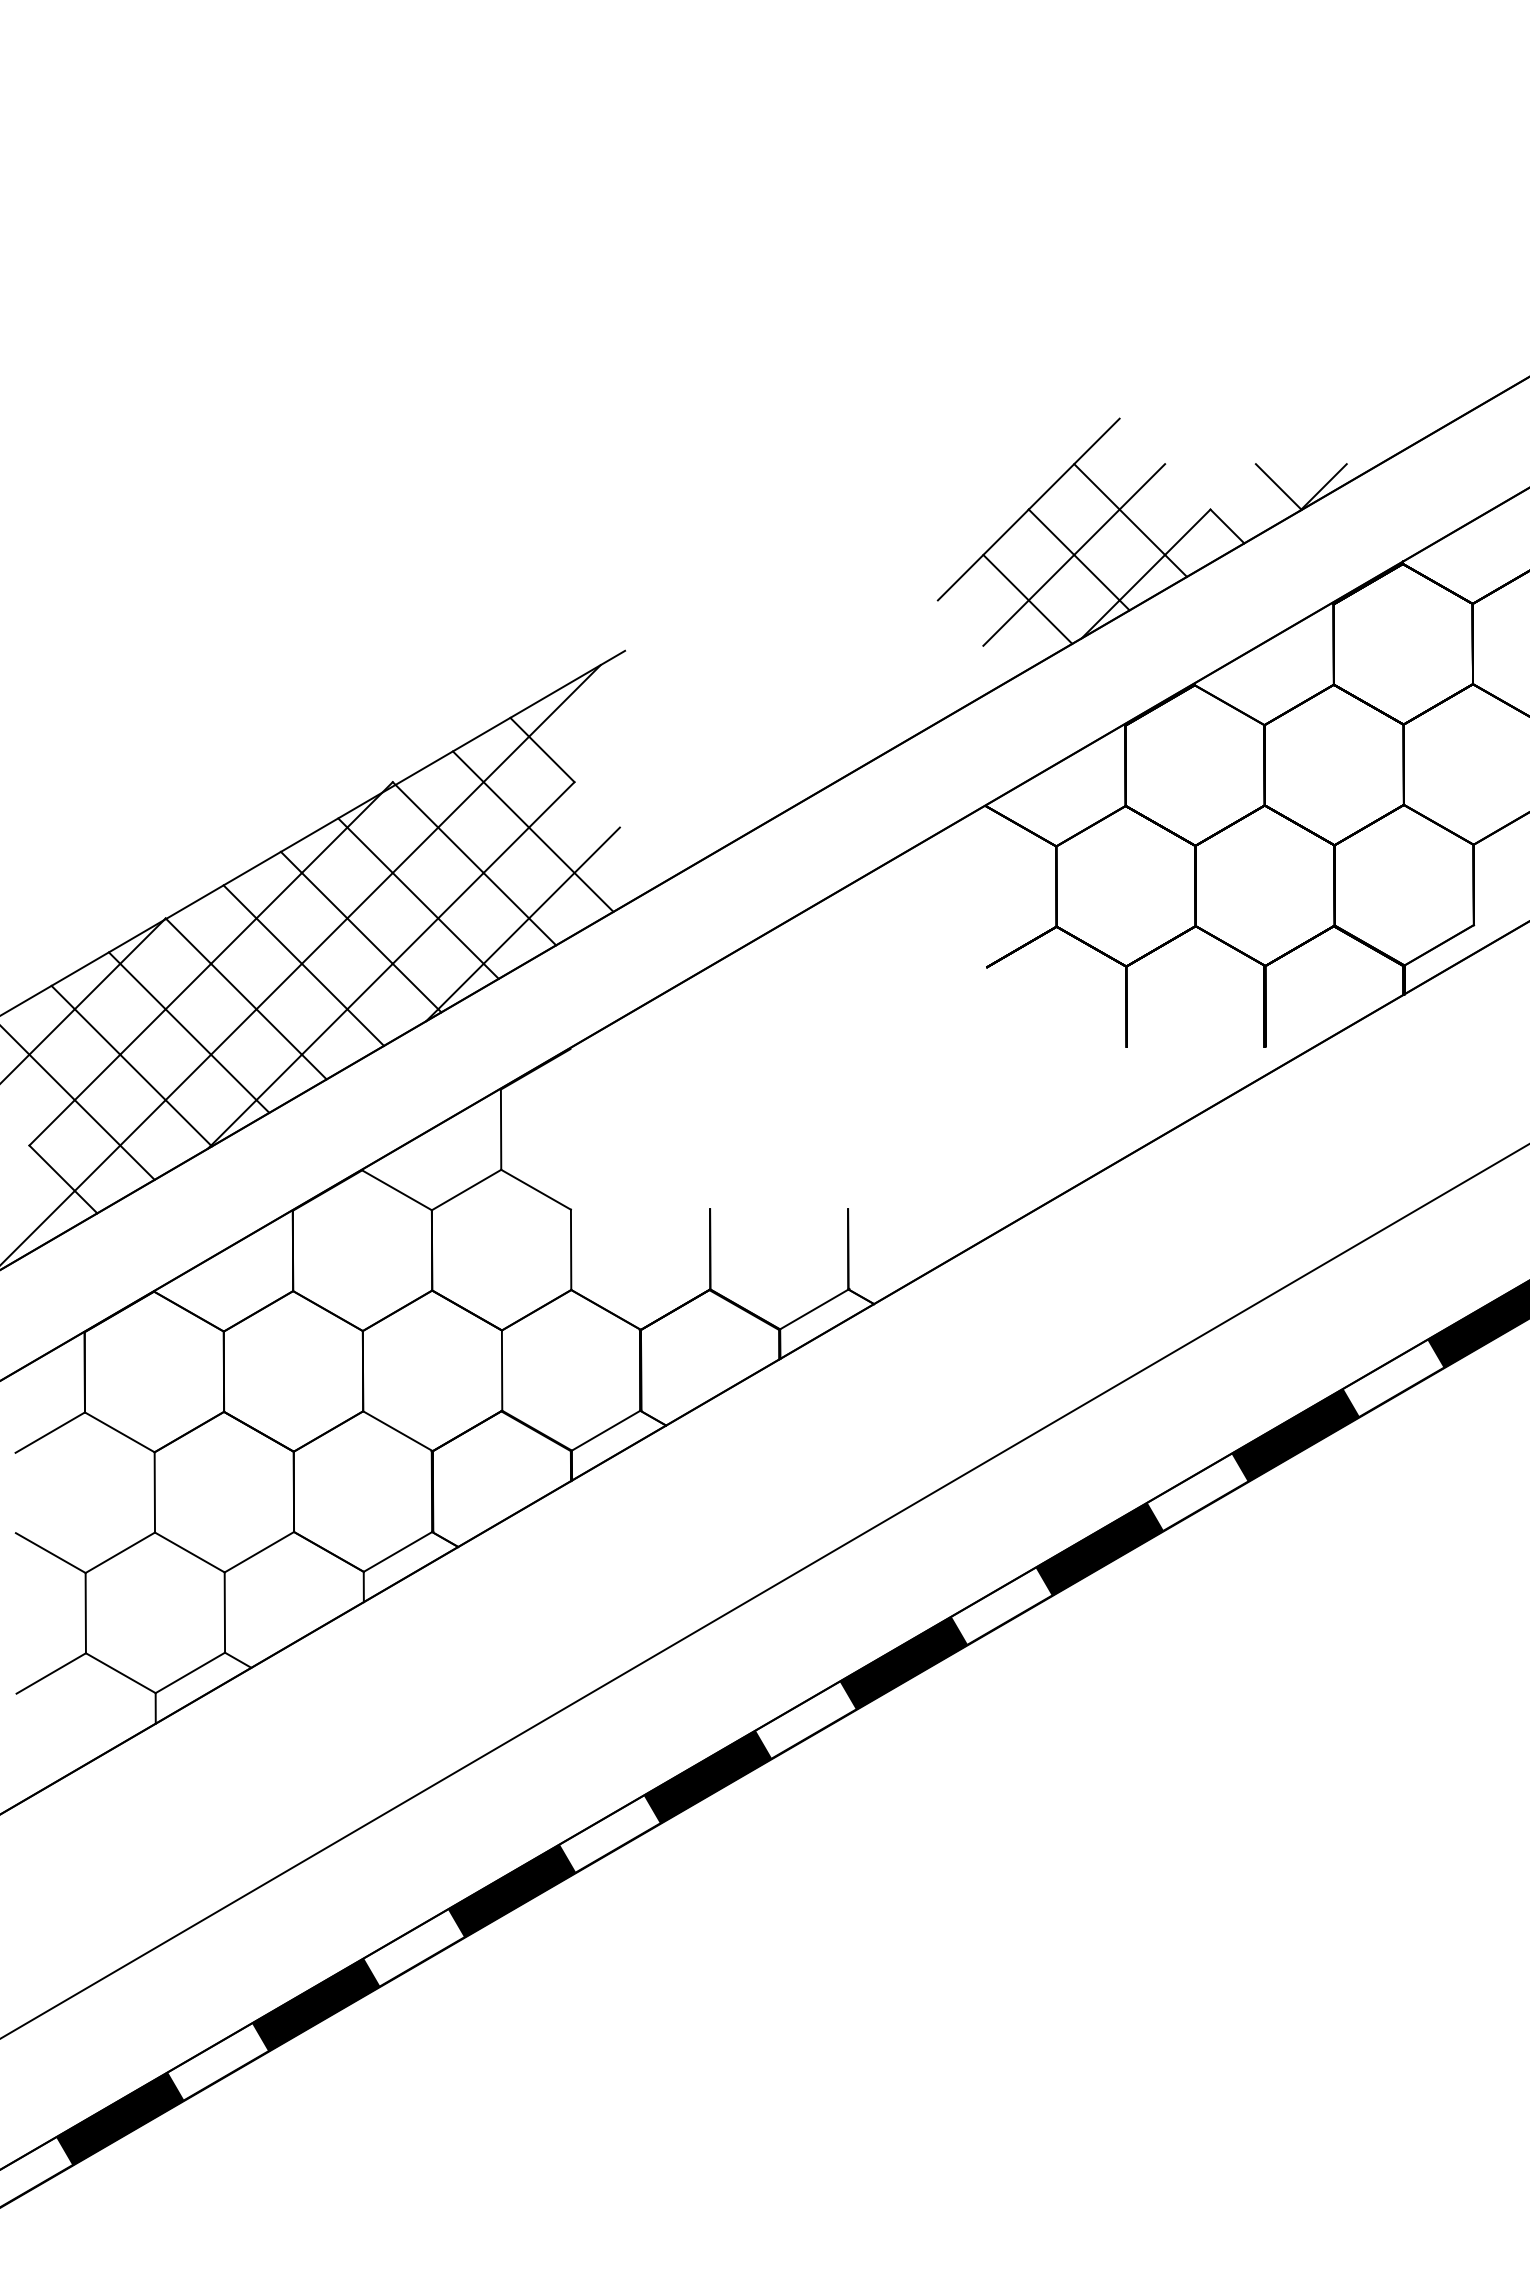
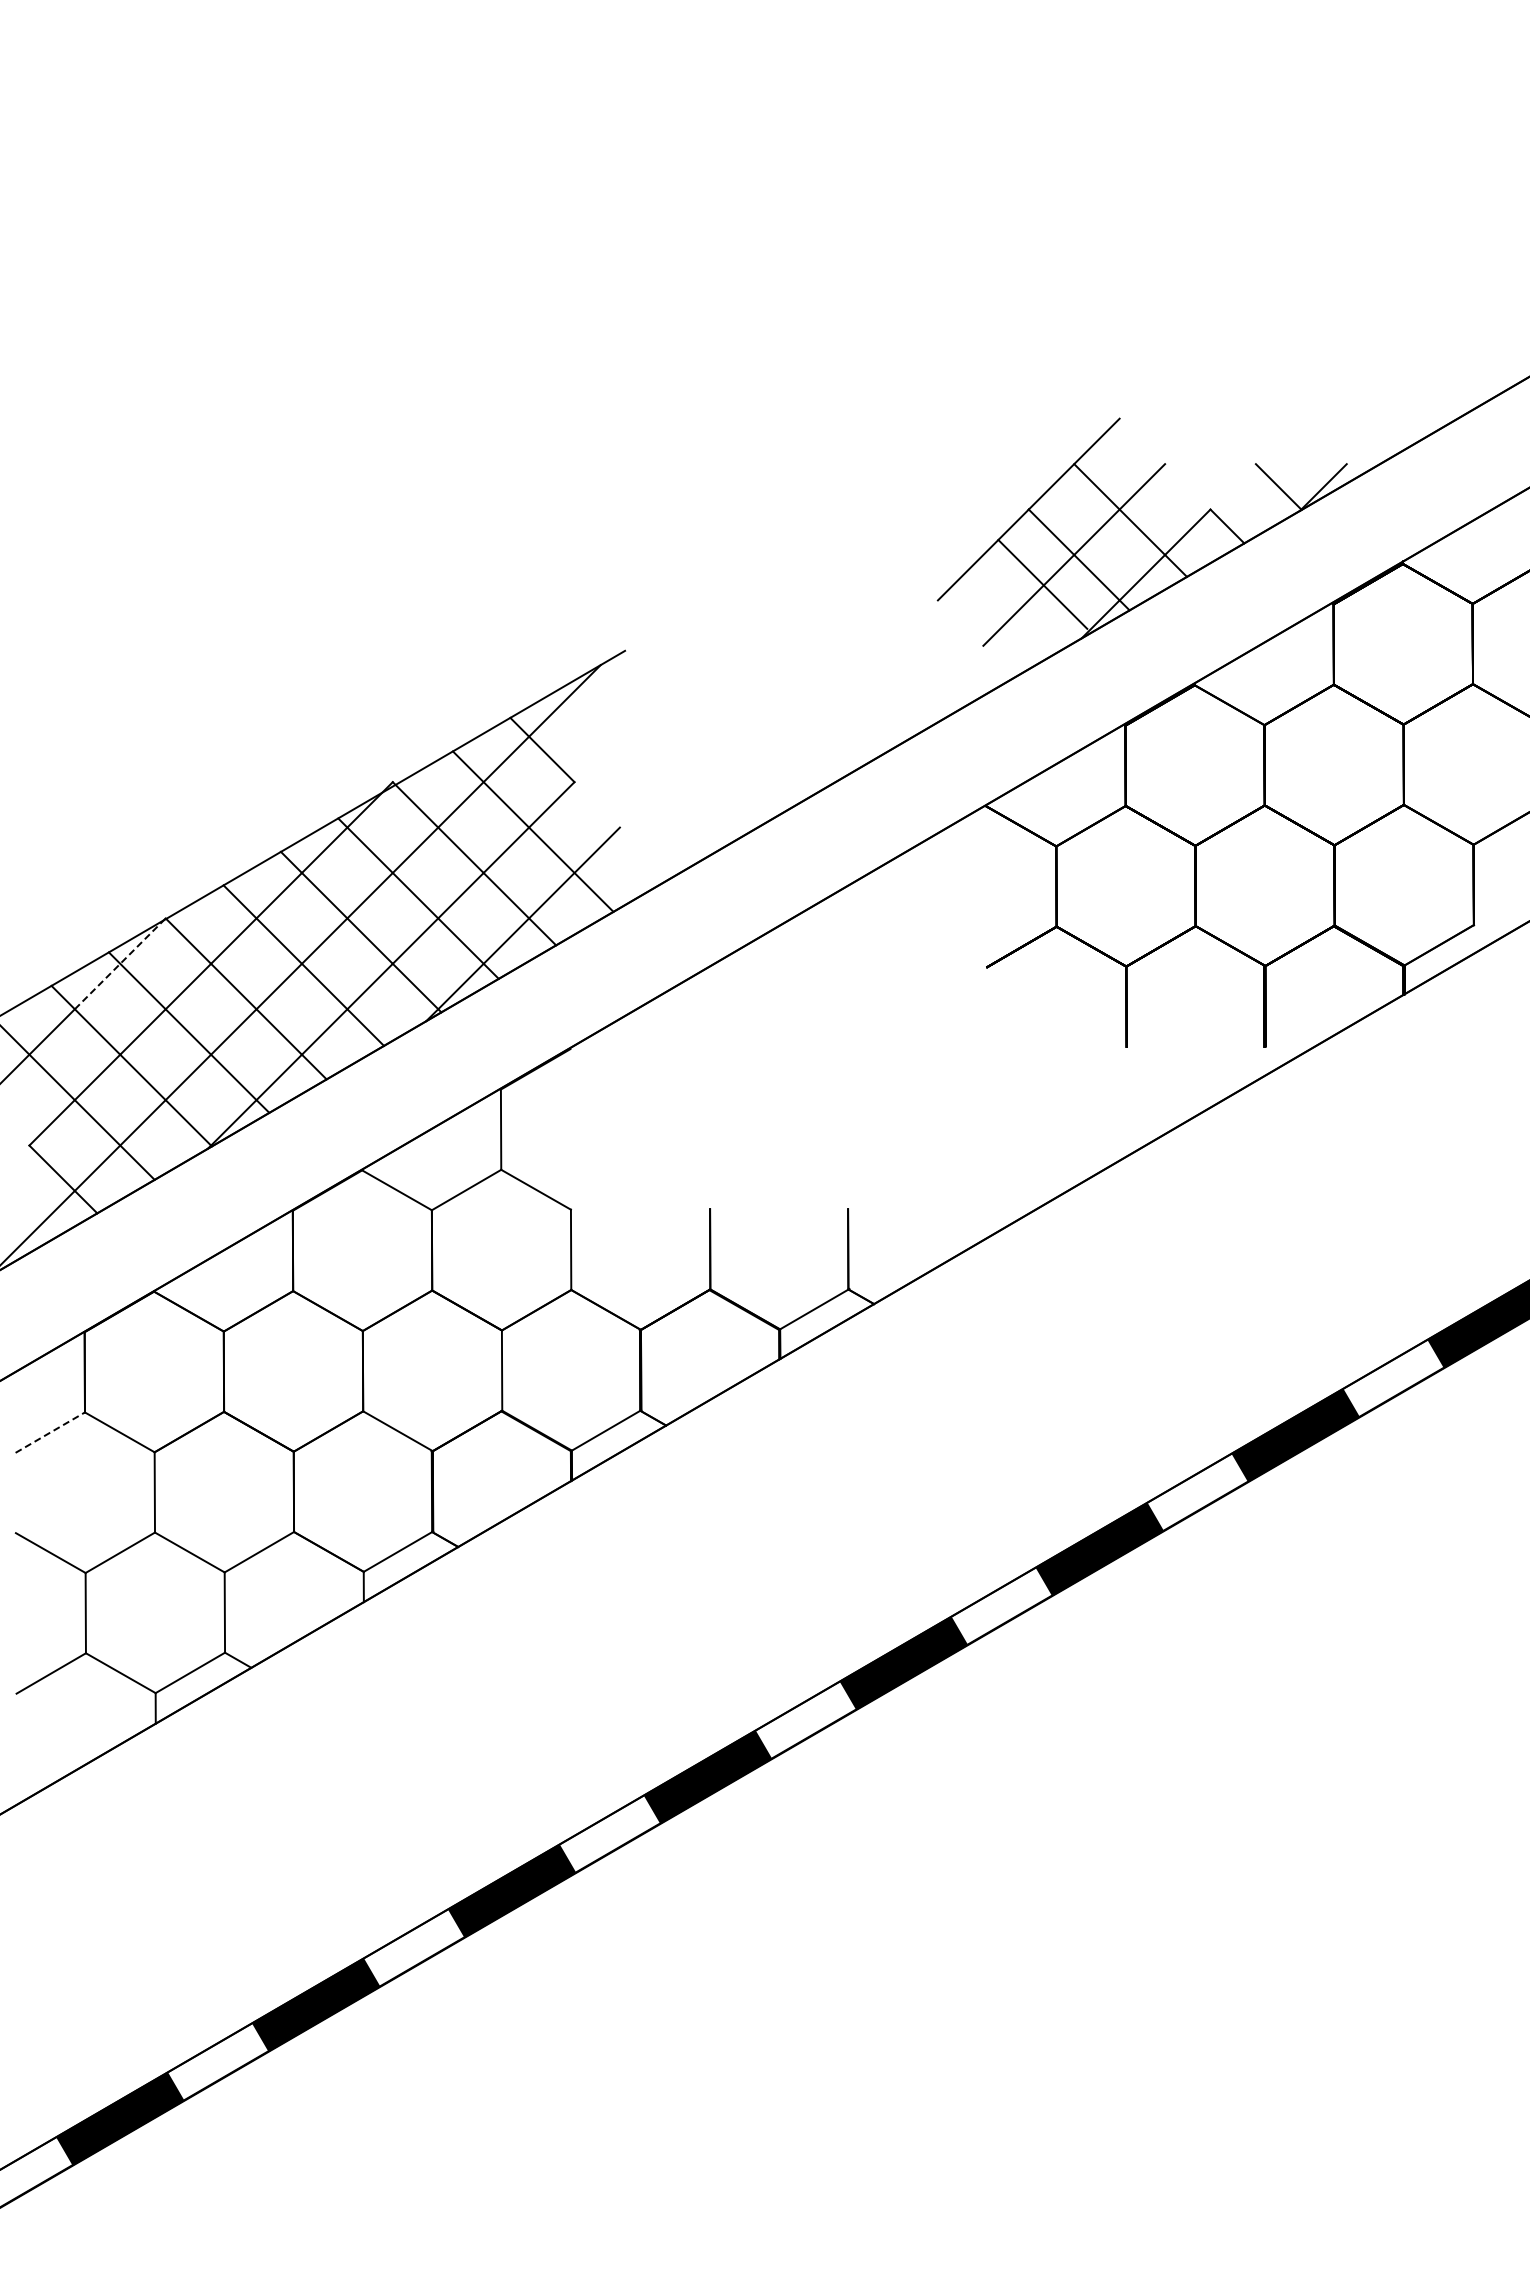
line at (1027, 598) position: (1027, 598) -> (1042, 583)
line at (120, 963): solid -> dashed
line at (50, 1432): solid -> dashed
line at (764, 1591): present -> none
